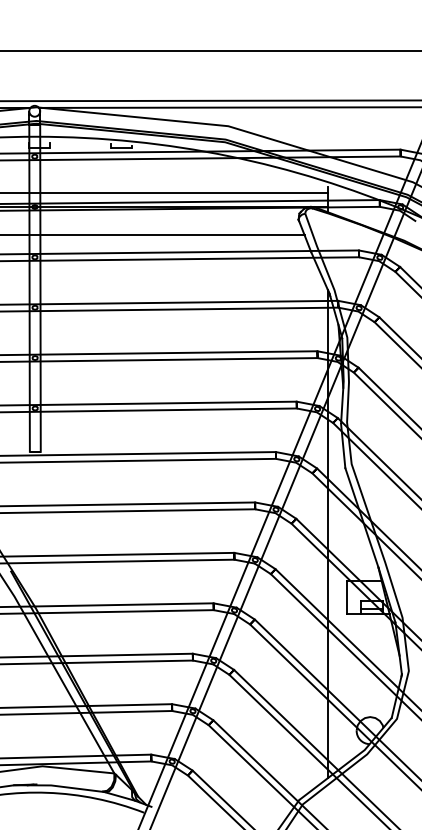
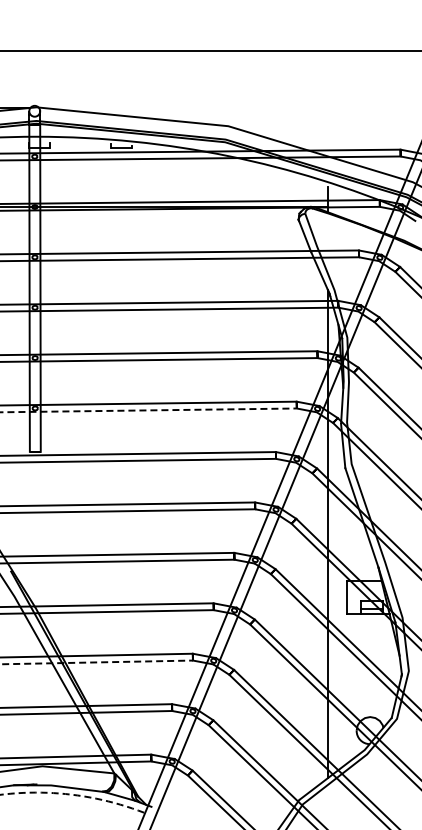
line at (210, 100): present -> none
line at (228, 107): present -> none
line at (165, 192): present -> none
line at (153, 234): present -> none
line at (148, 410): solid -> dashed
line at (97, 662): solid -> dashed
arc at (71, 794): solid -> dashed
